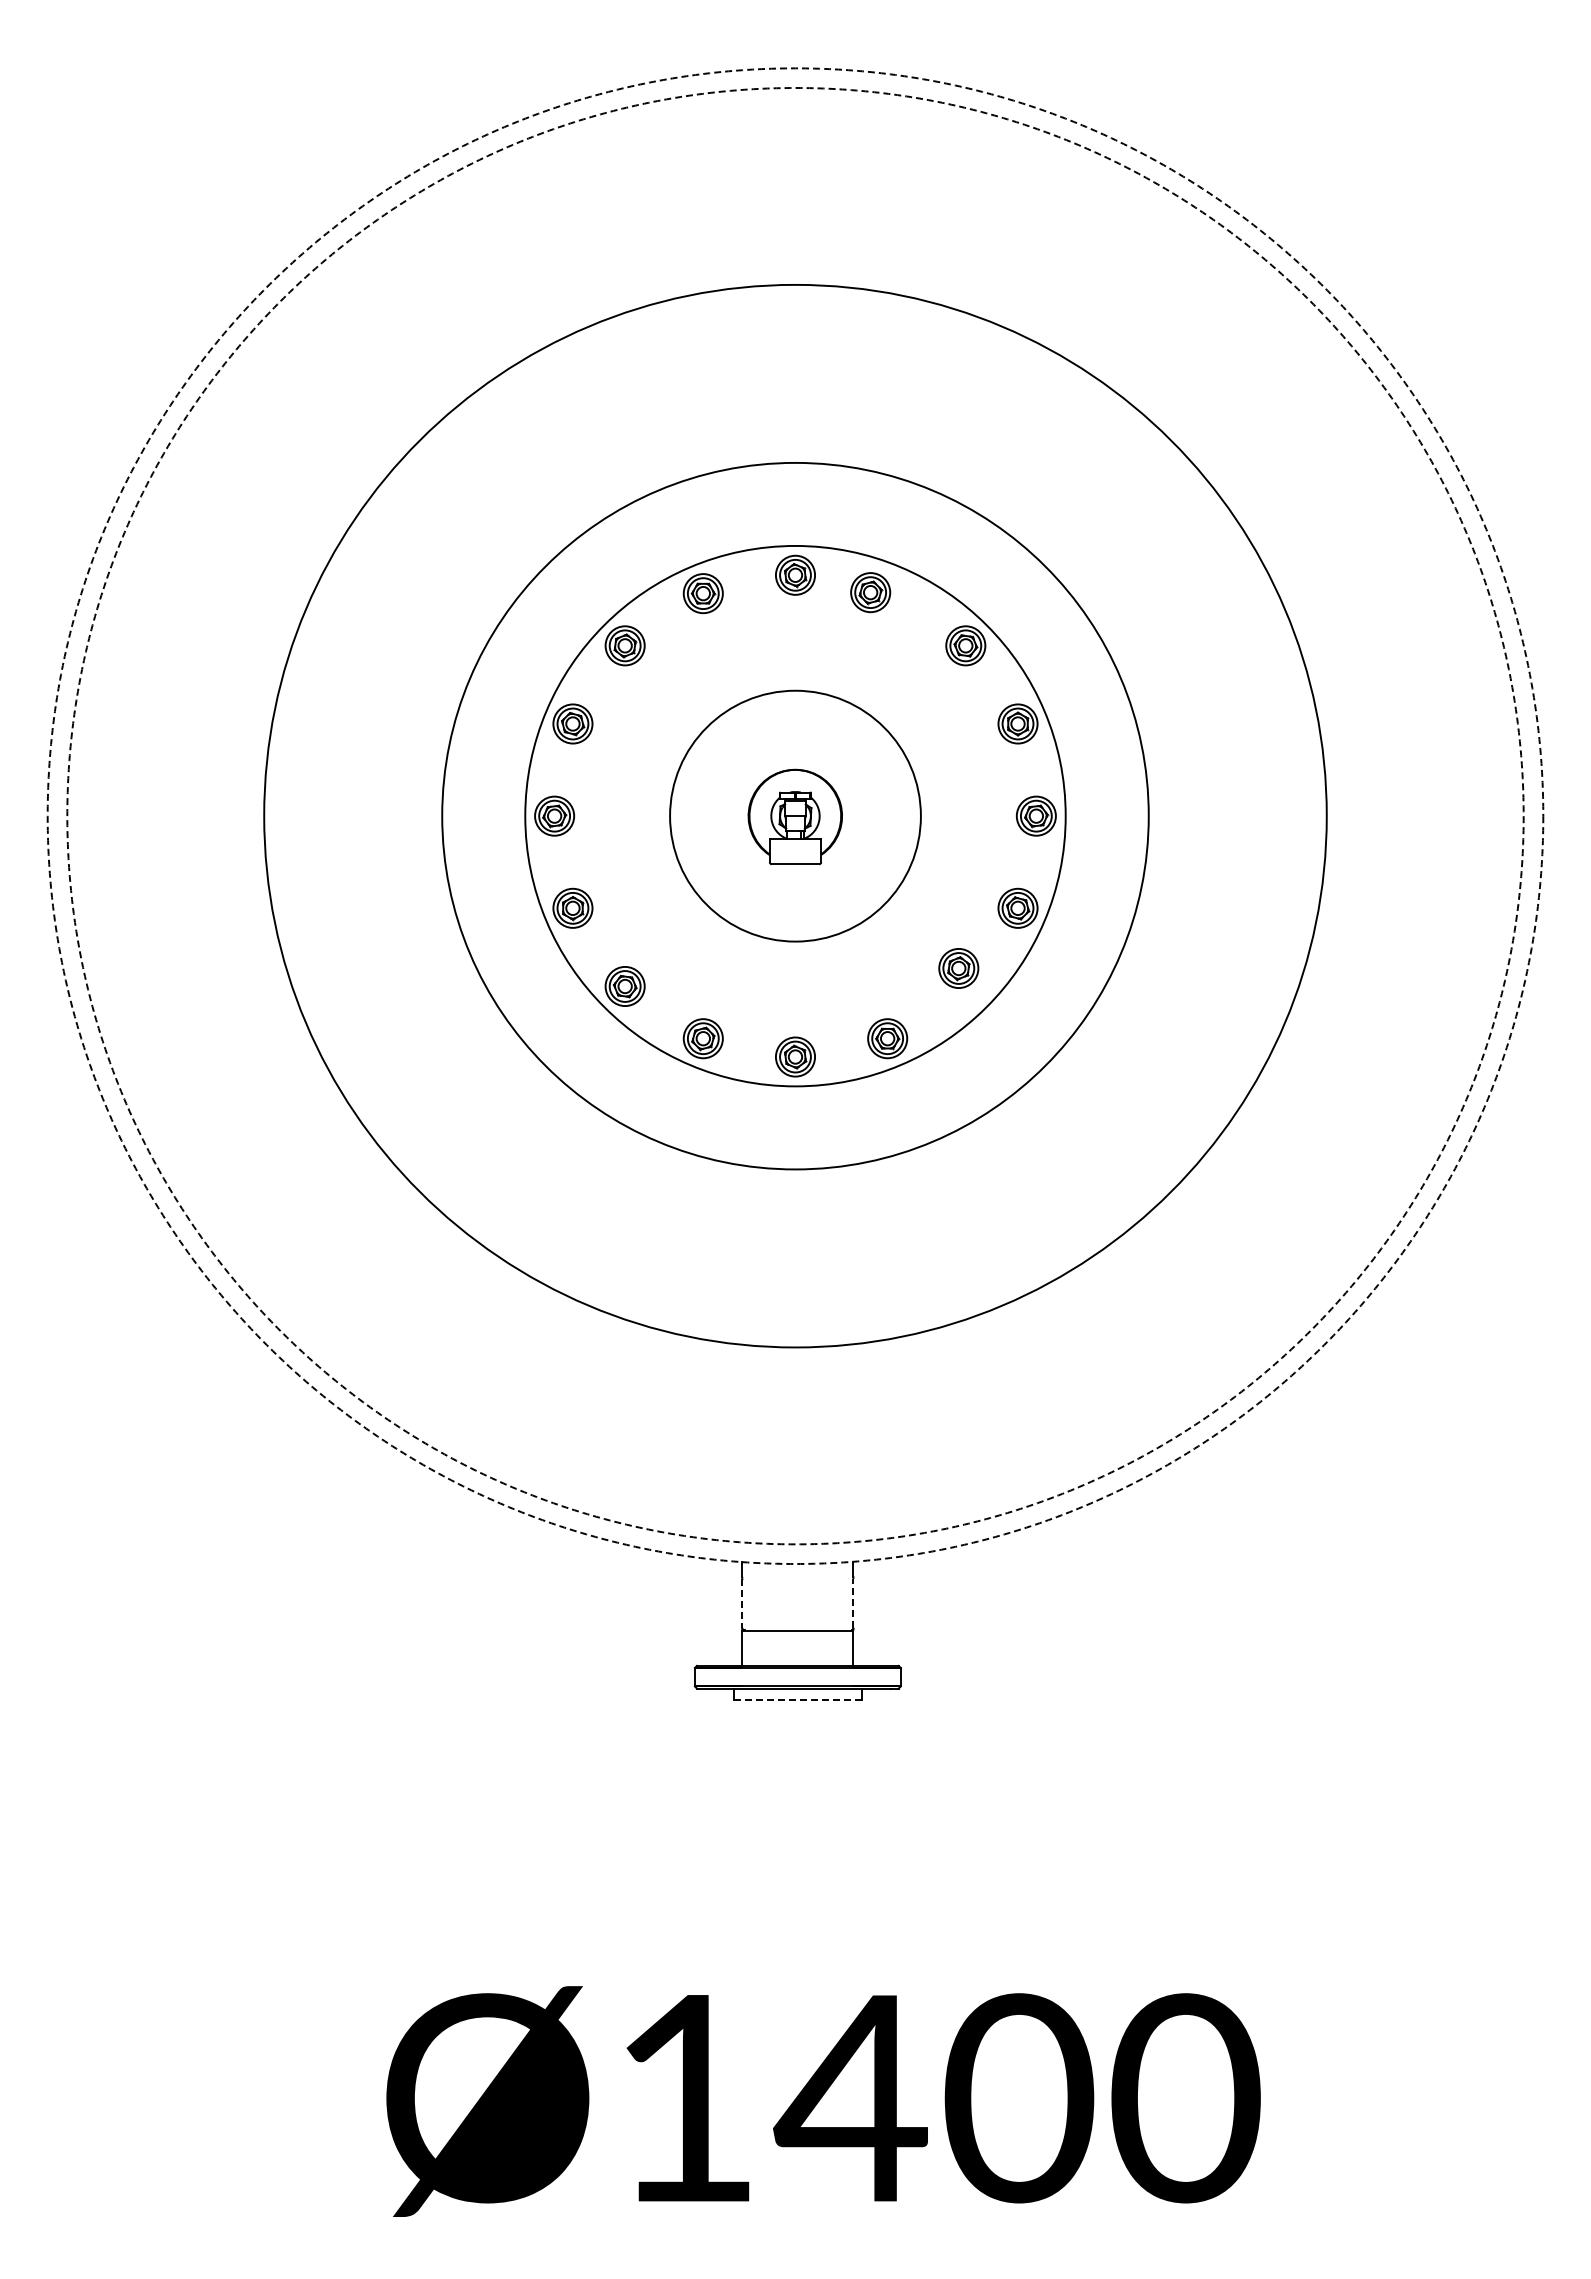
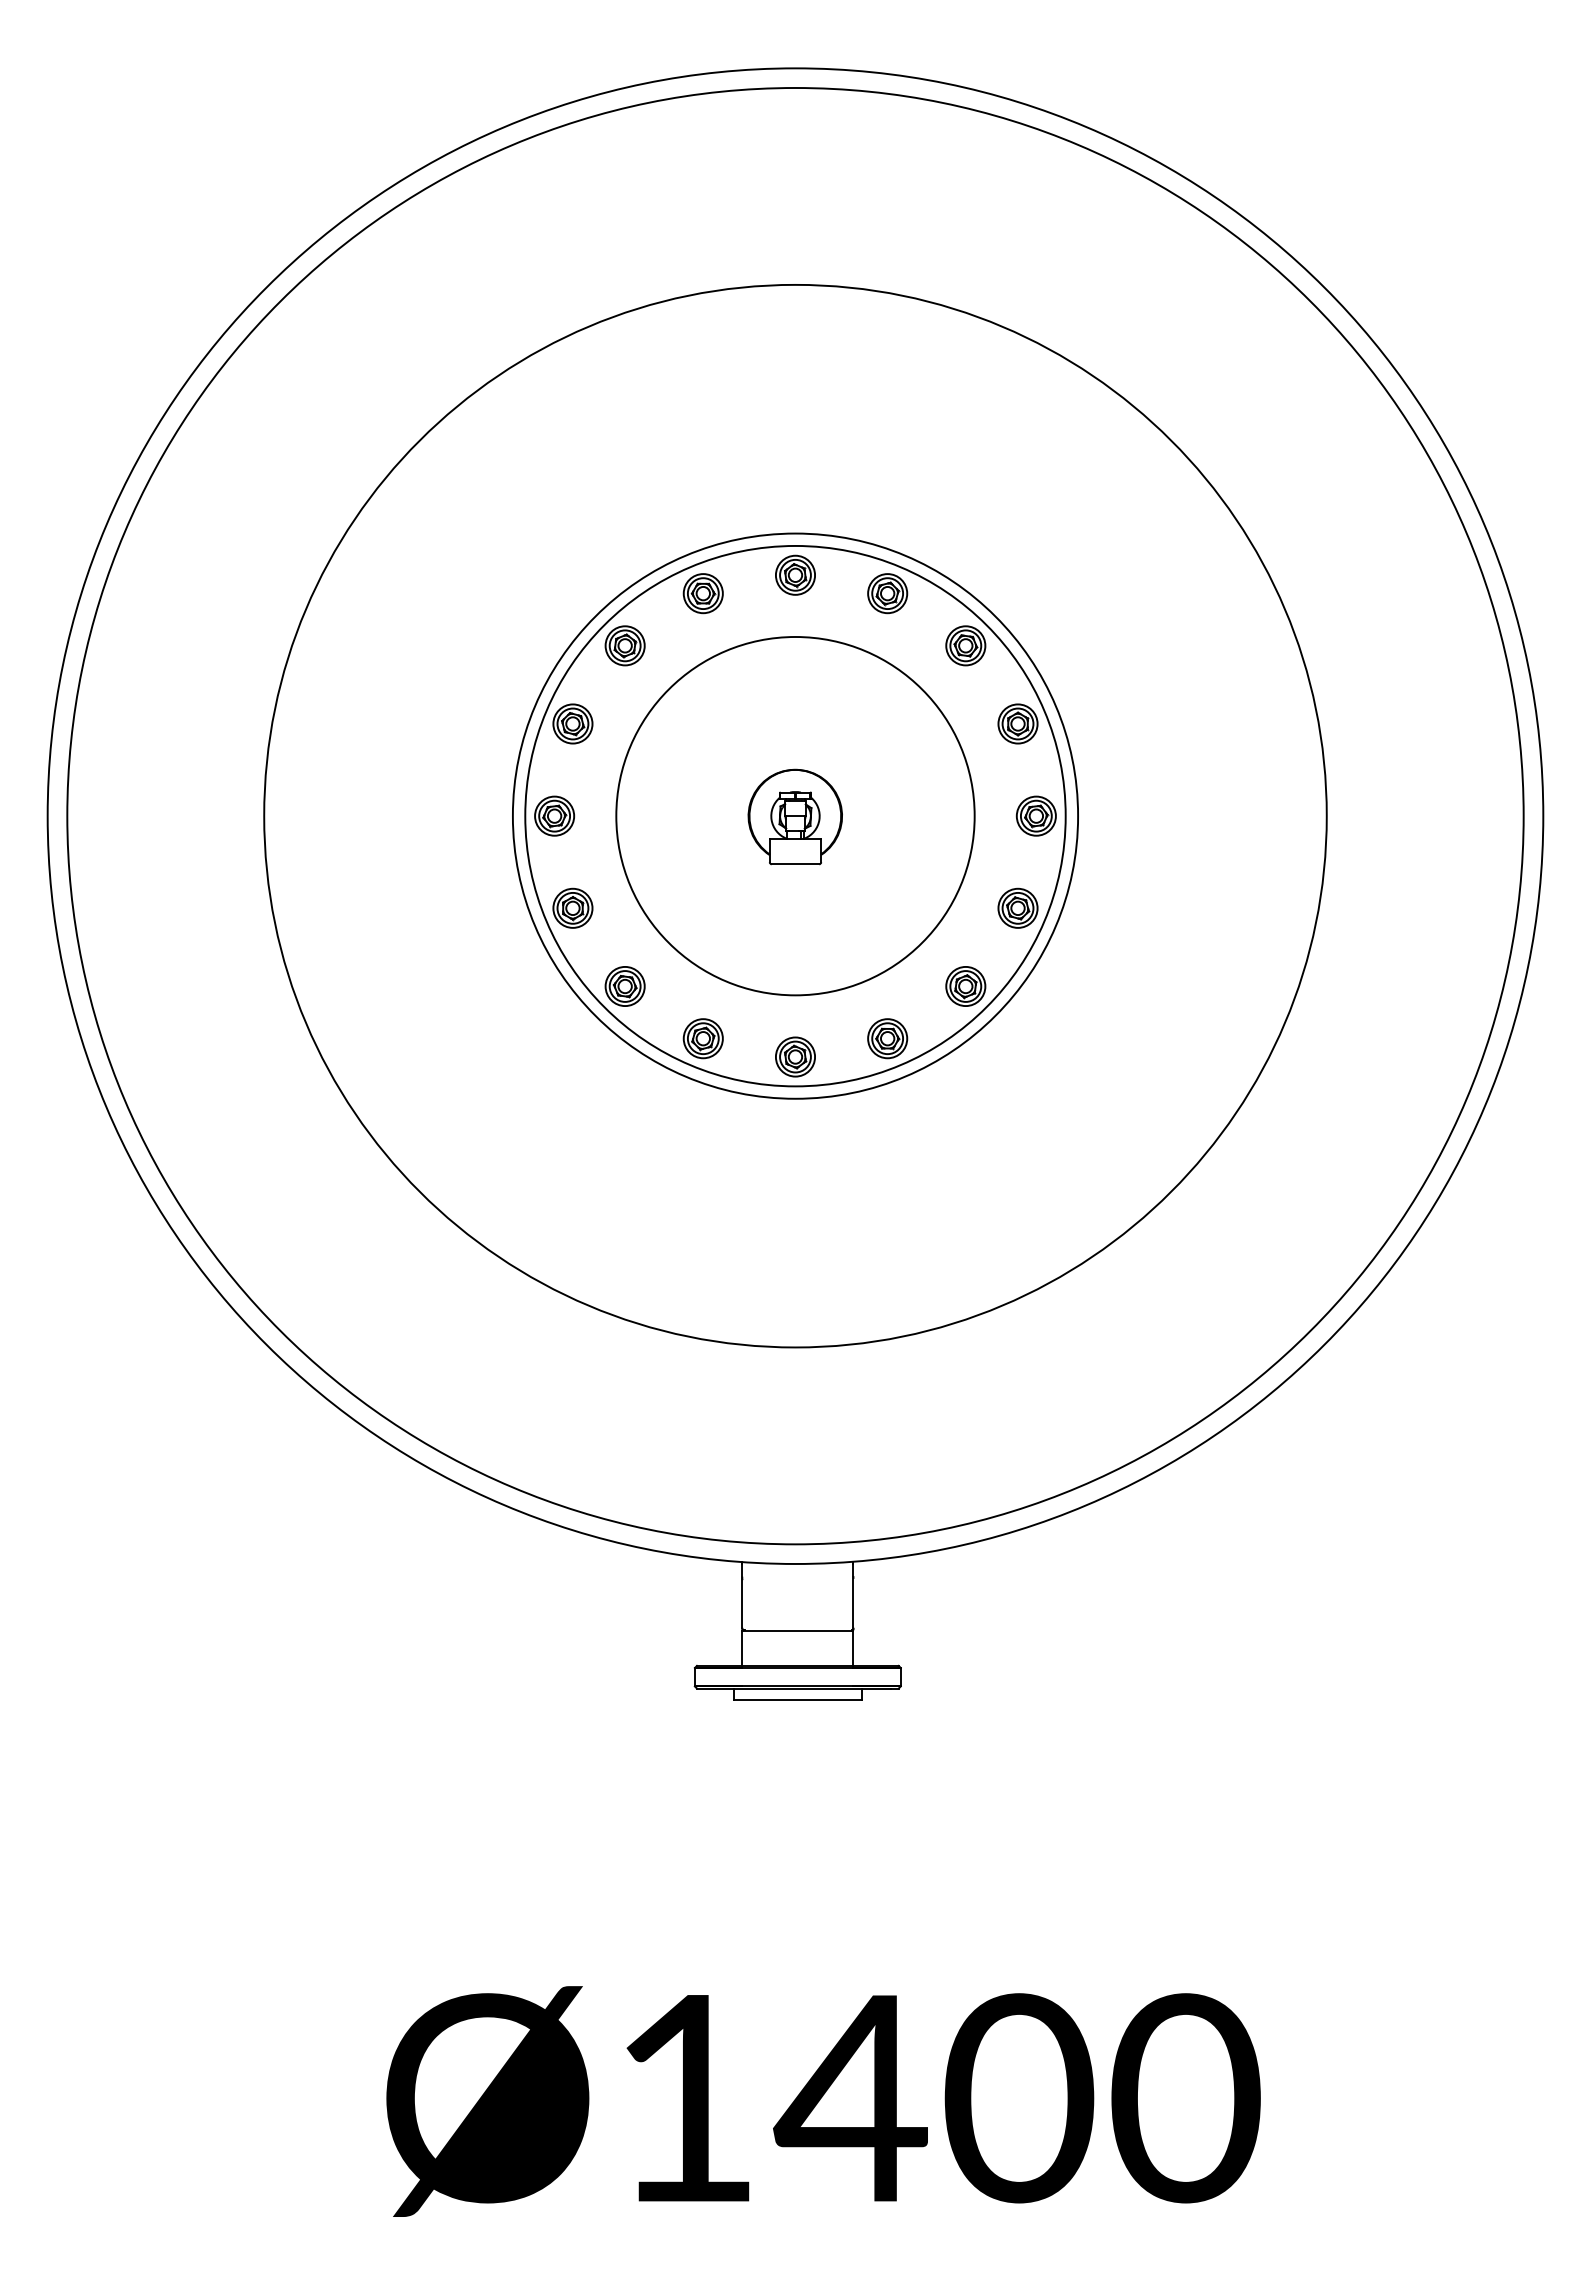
part at (870, 592) position: (870, 592) -> (887, 593)
circle at (795, 815) diameter: 251 px -> 358 px
circle at (795, 815) diameter: 707 px -> 565 px
circle at (795, 815): dashed -> solid
circle at (795, 816): dashed -> solid
part at (958, 968) position: (958, 968) -> (965, 986)
line at (853, 1602): dashed -> solid
line at (742, 1603): dashed -> solid
line at (797, 1699): dashed -> solid
